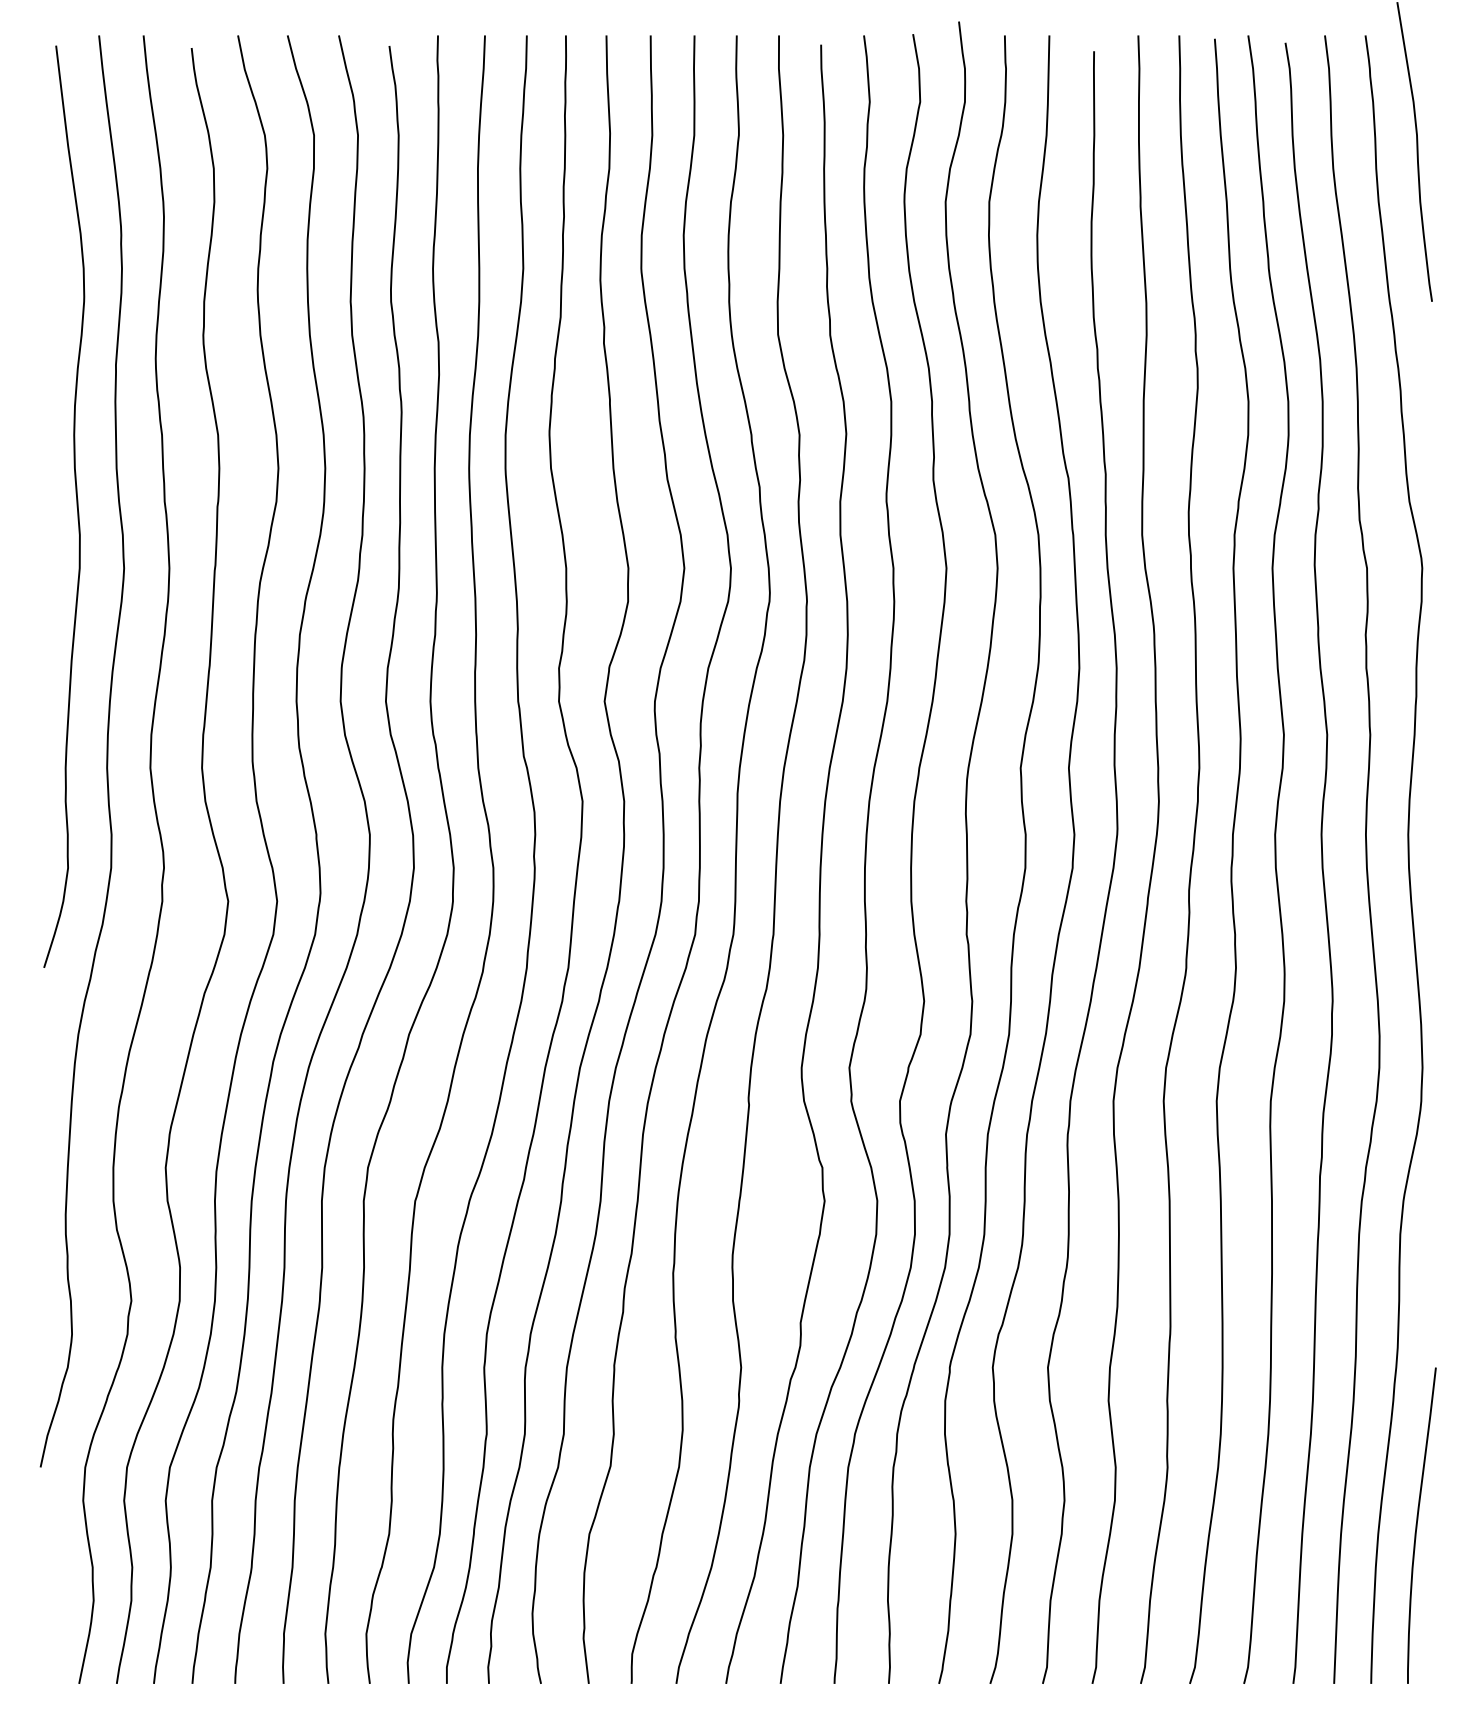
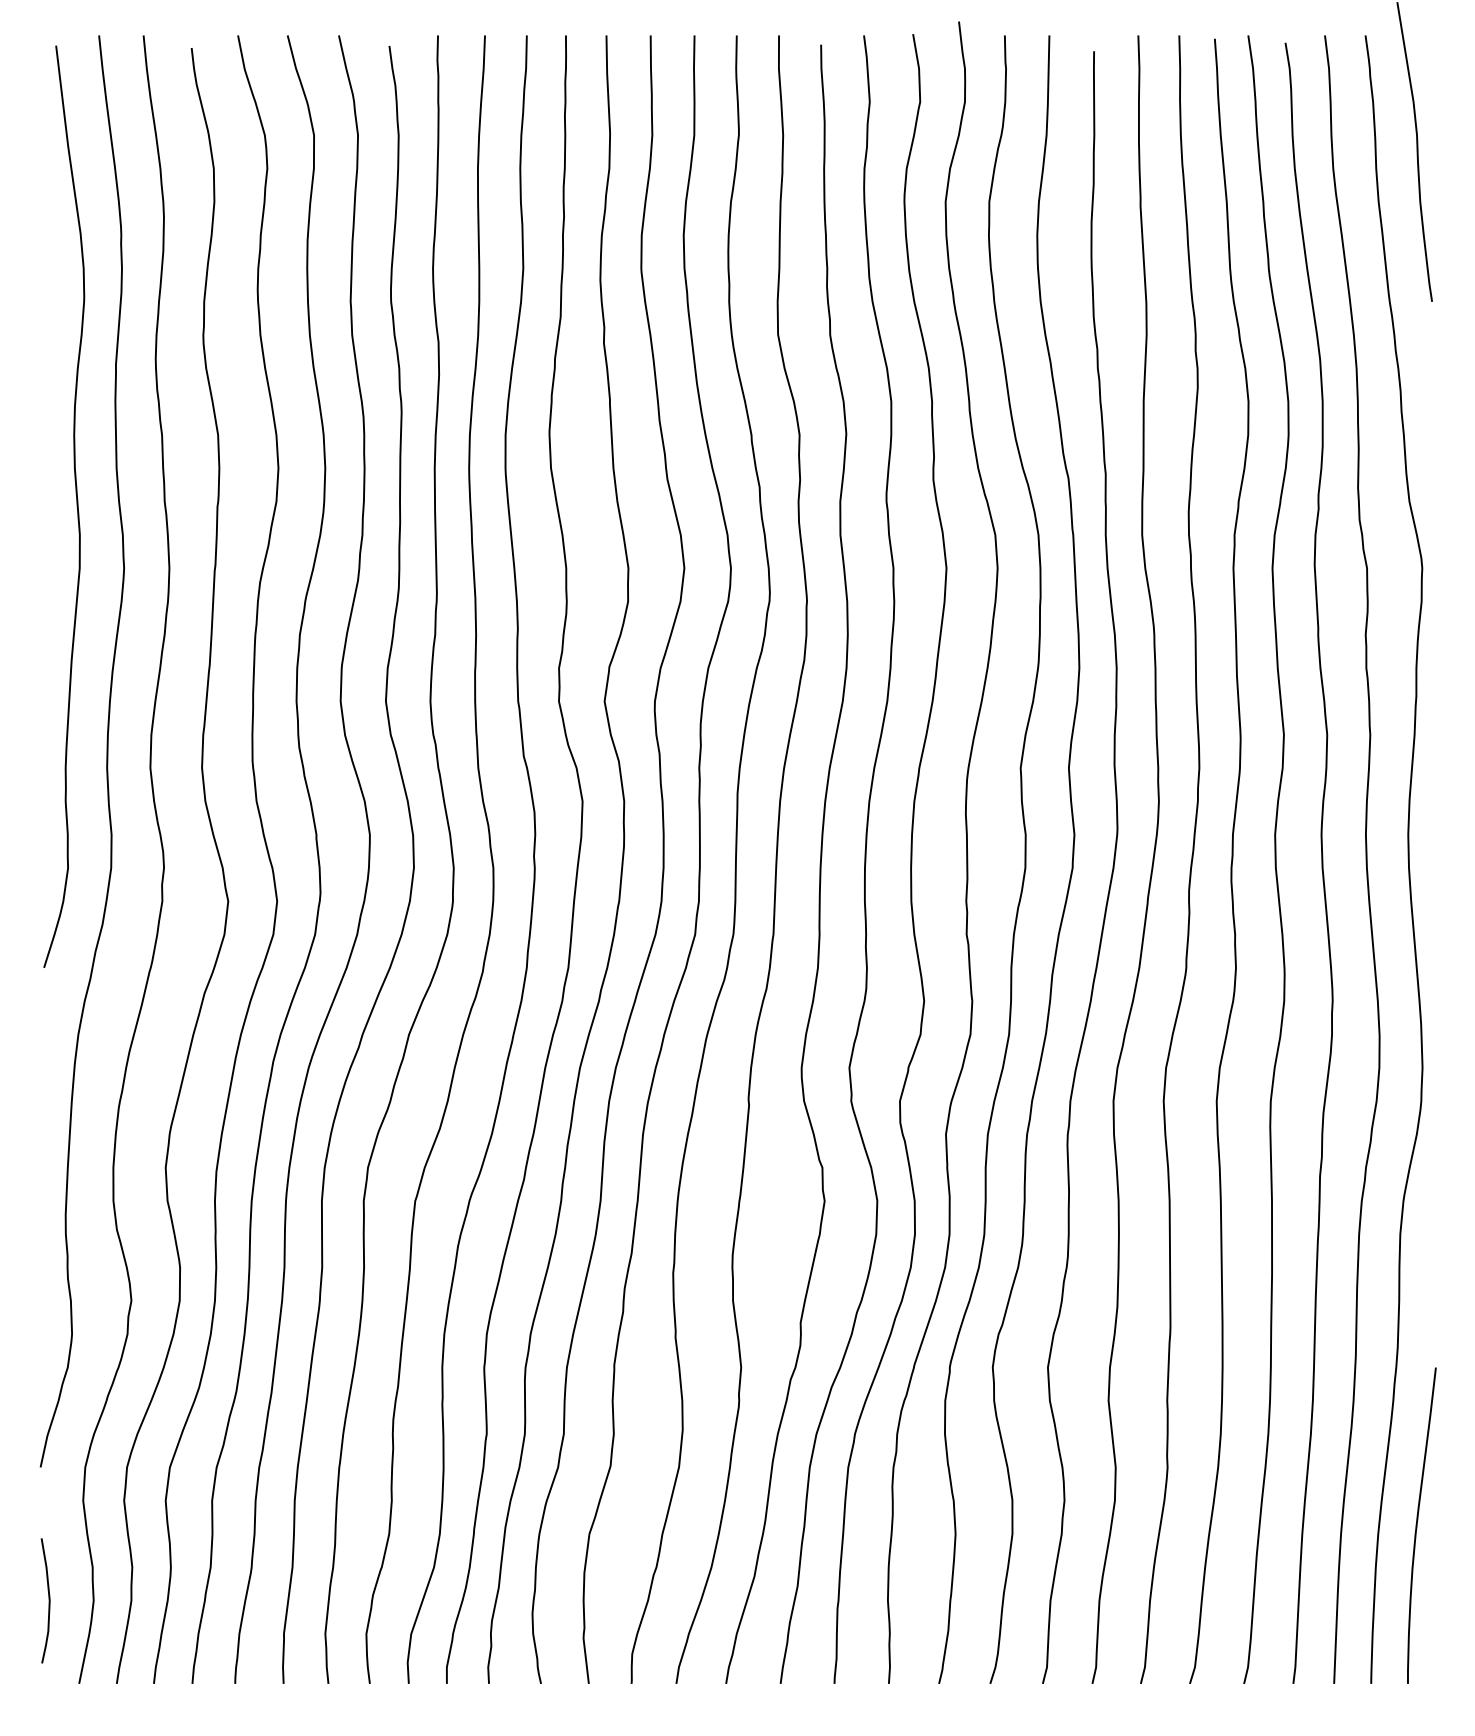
curve at (48, 1600): none -> present
